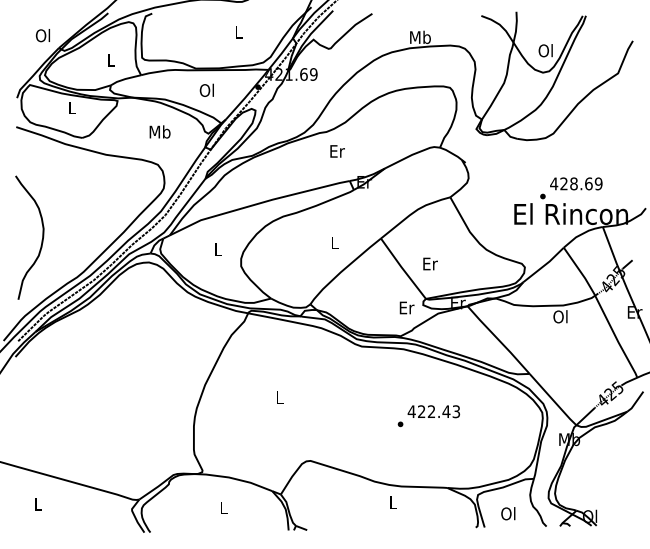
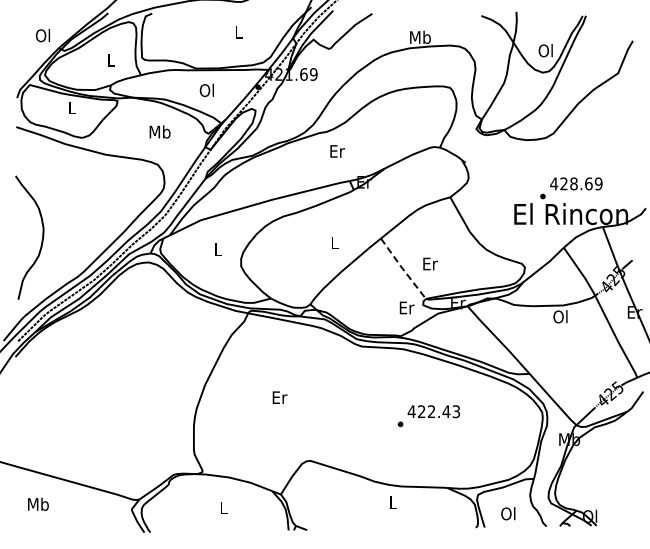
line at (402, 268): solid -> dashed
text at (279, 397): L -> Er
text at (38, 503): L -> Mb
